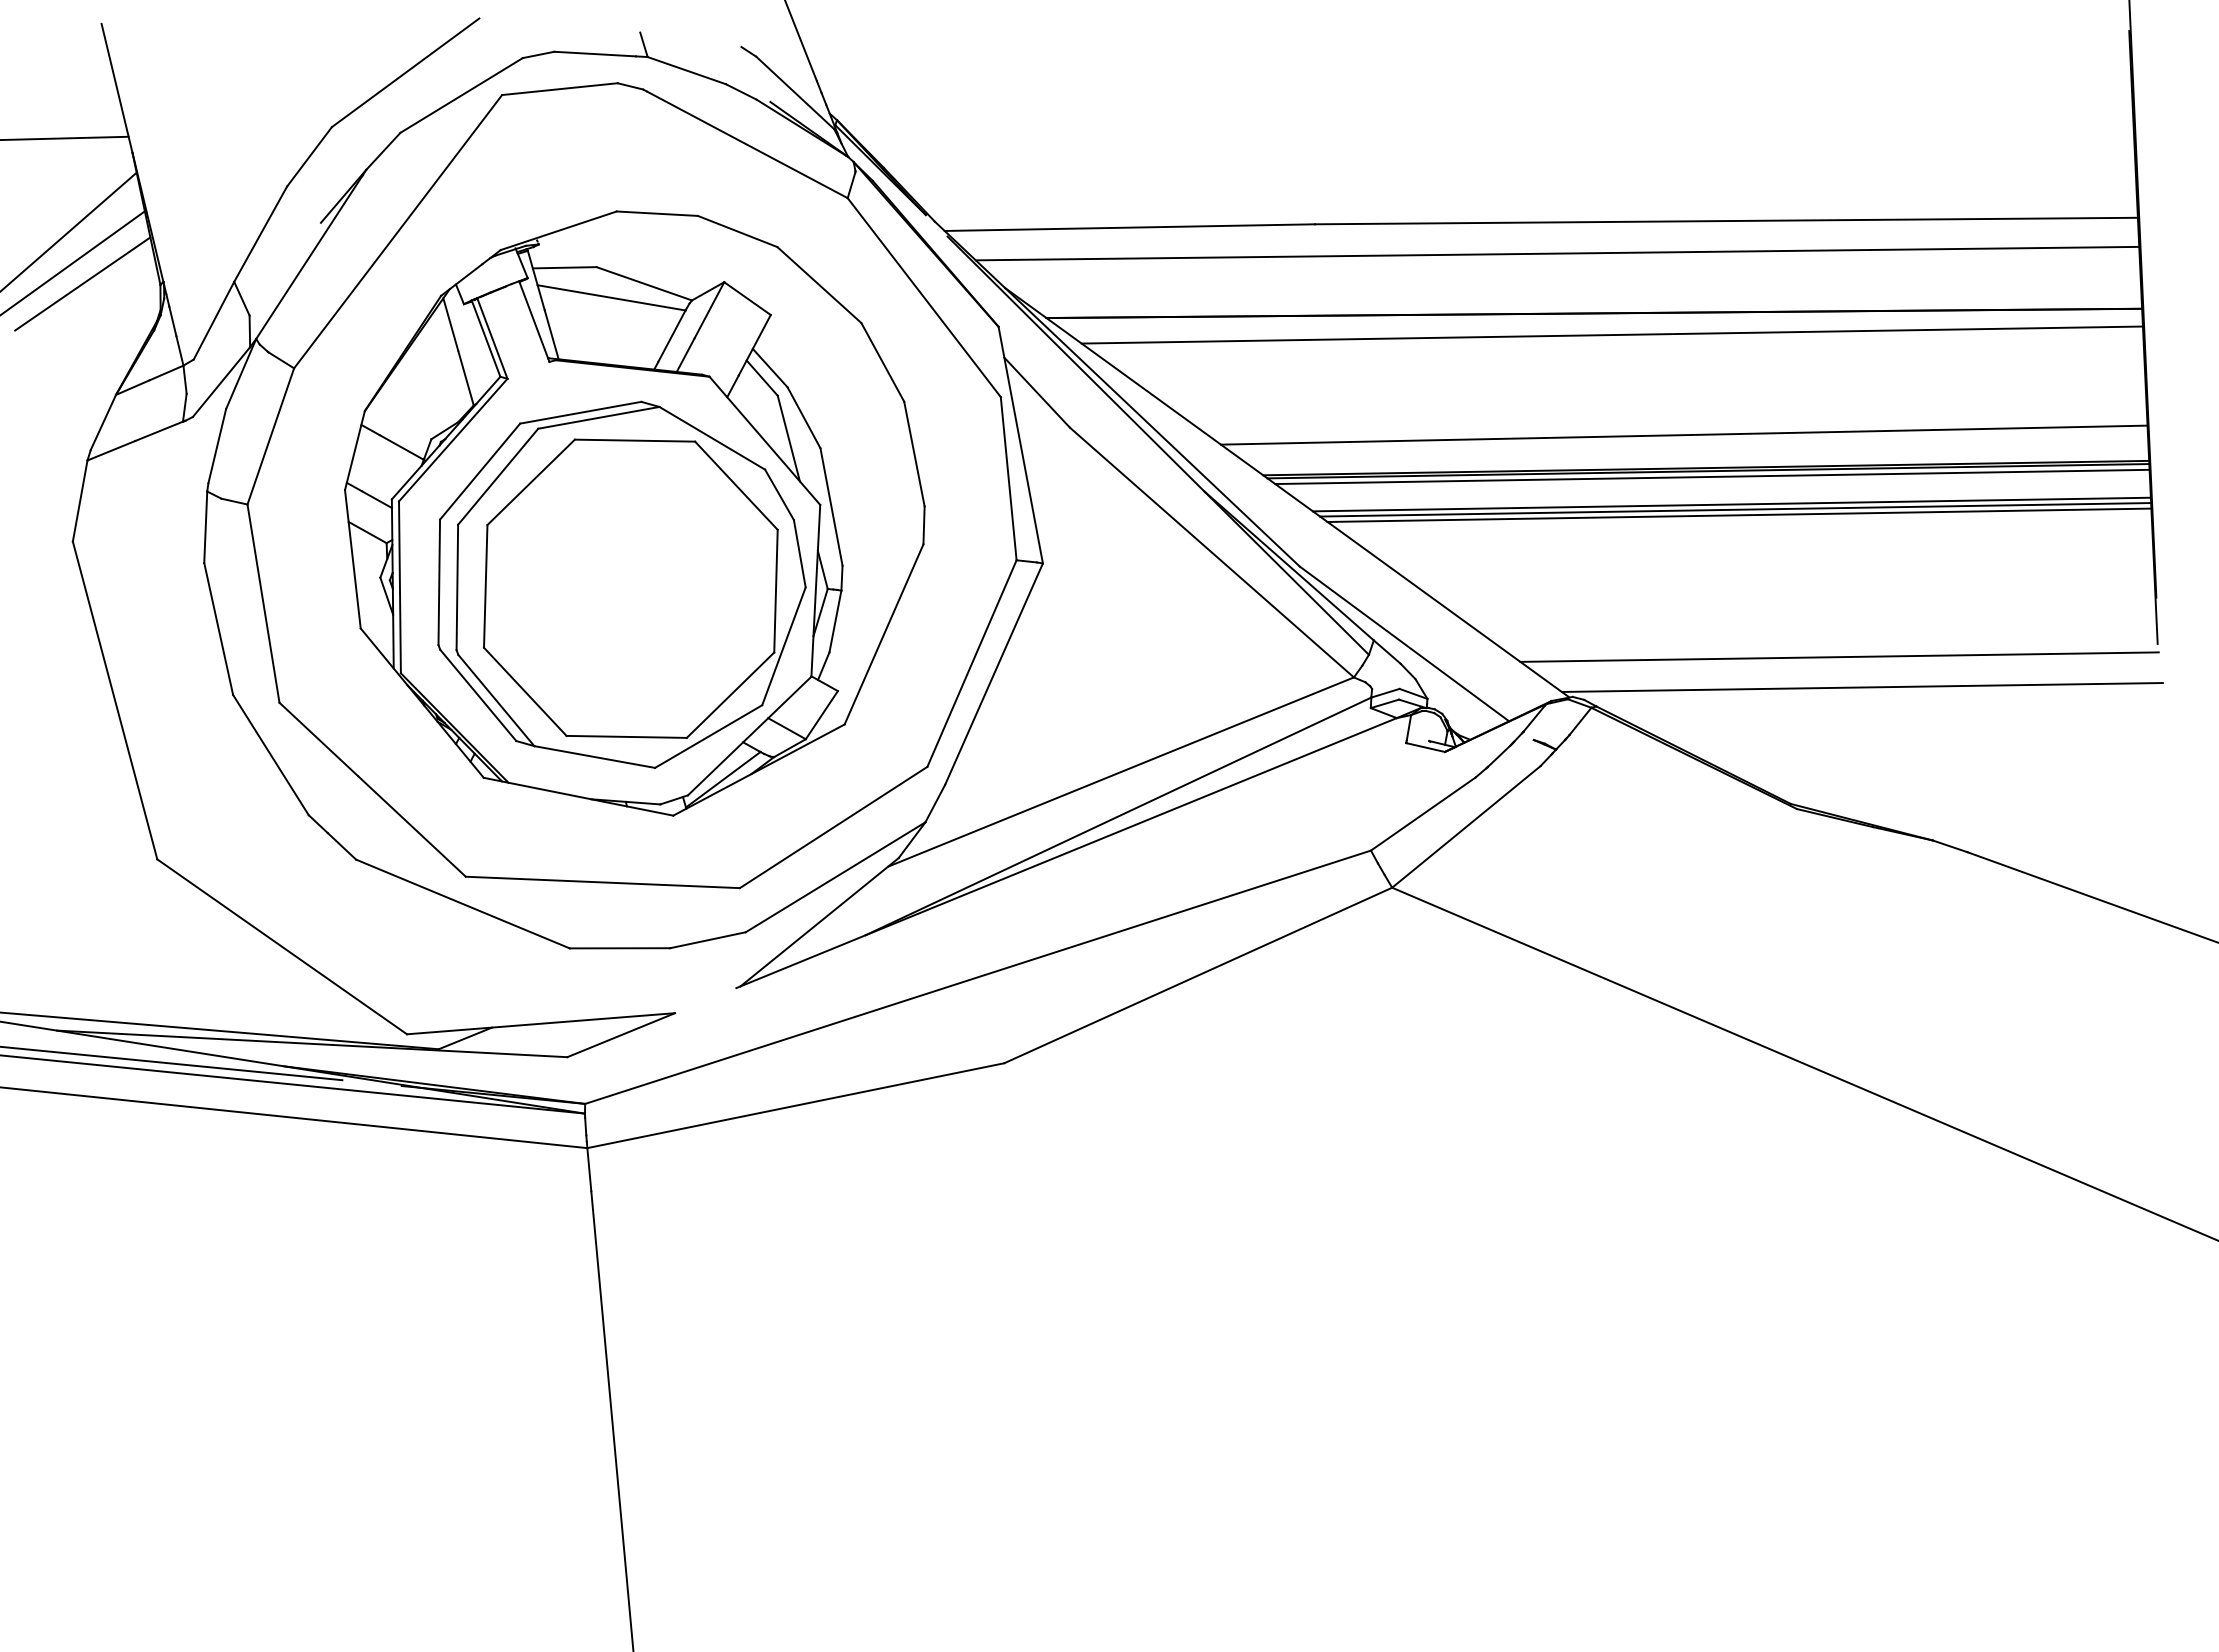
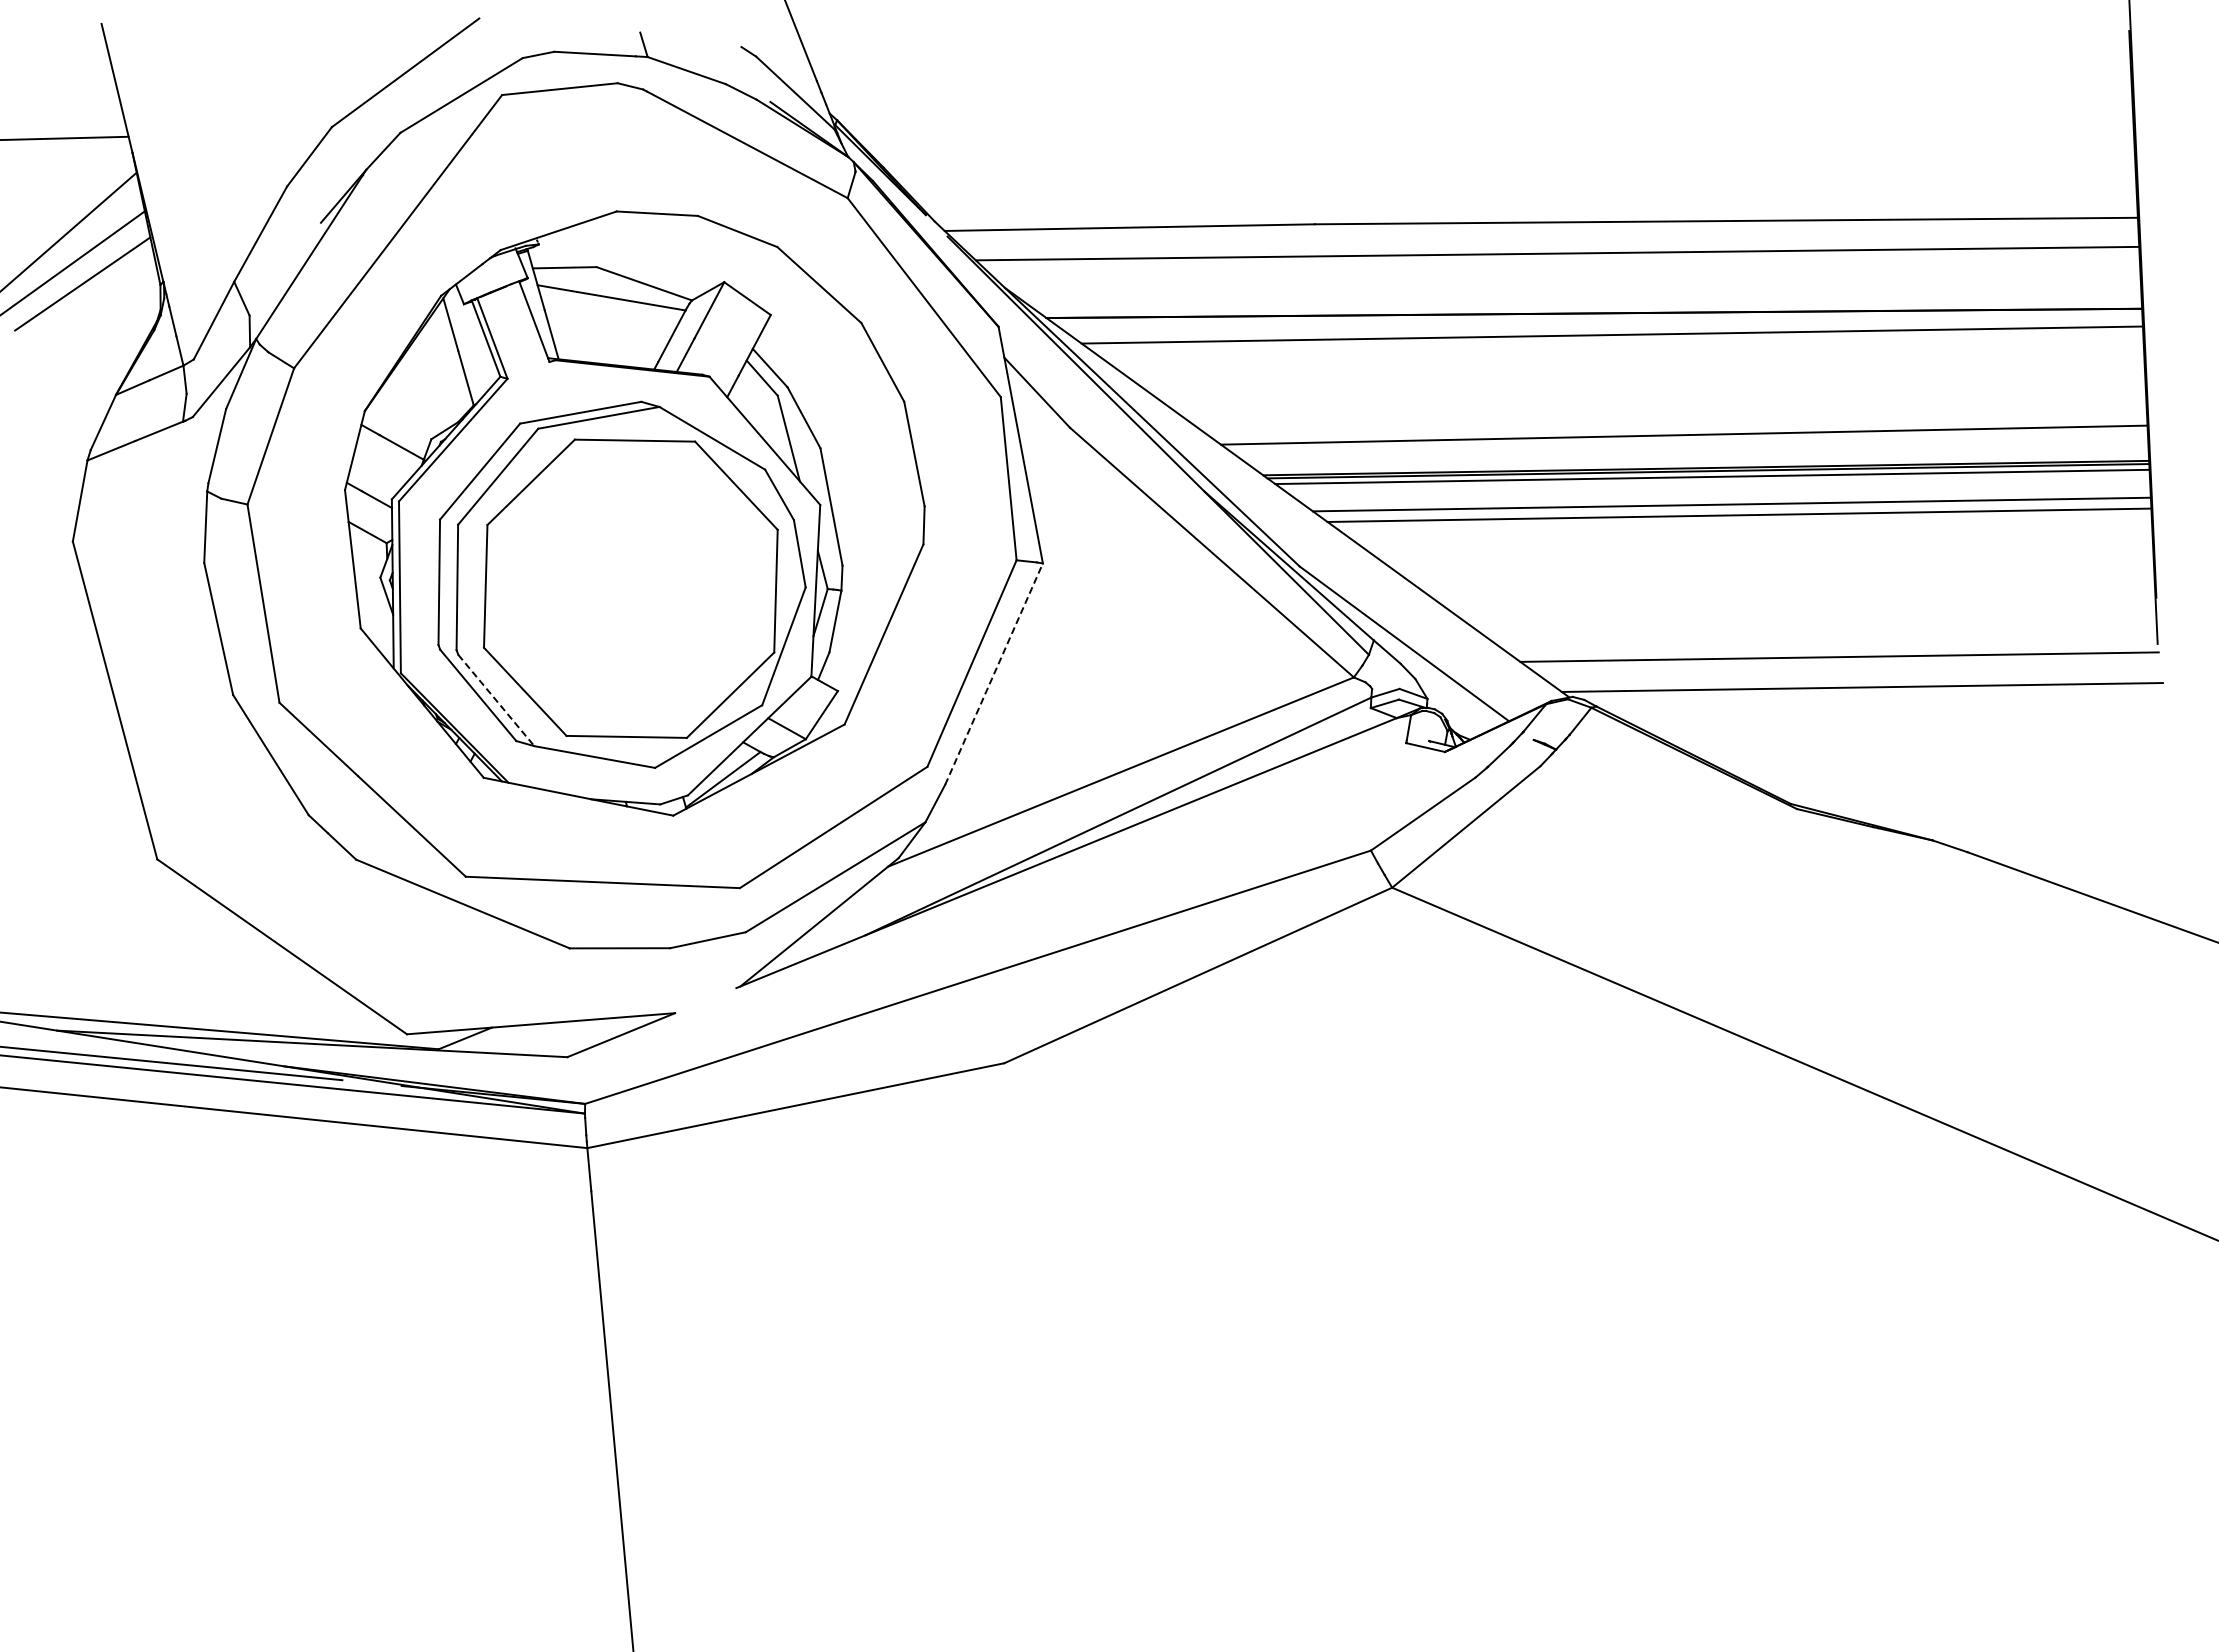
line at (1735, 509): present -> none
line at (994, 673): solid -> dashed
line at (496, 700): solid -> dashed
